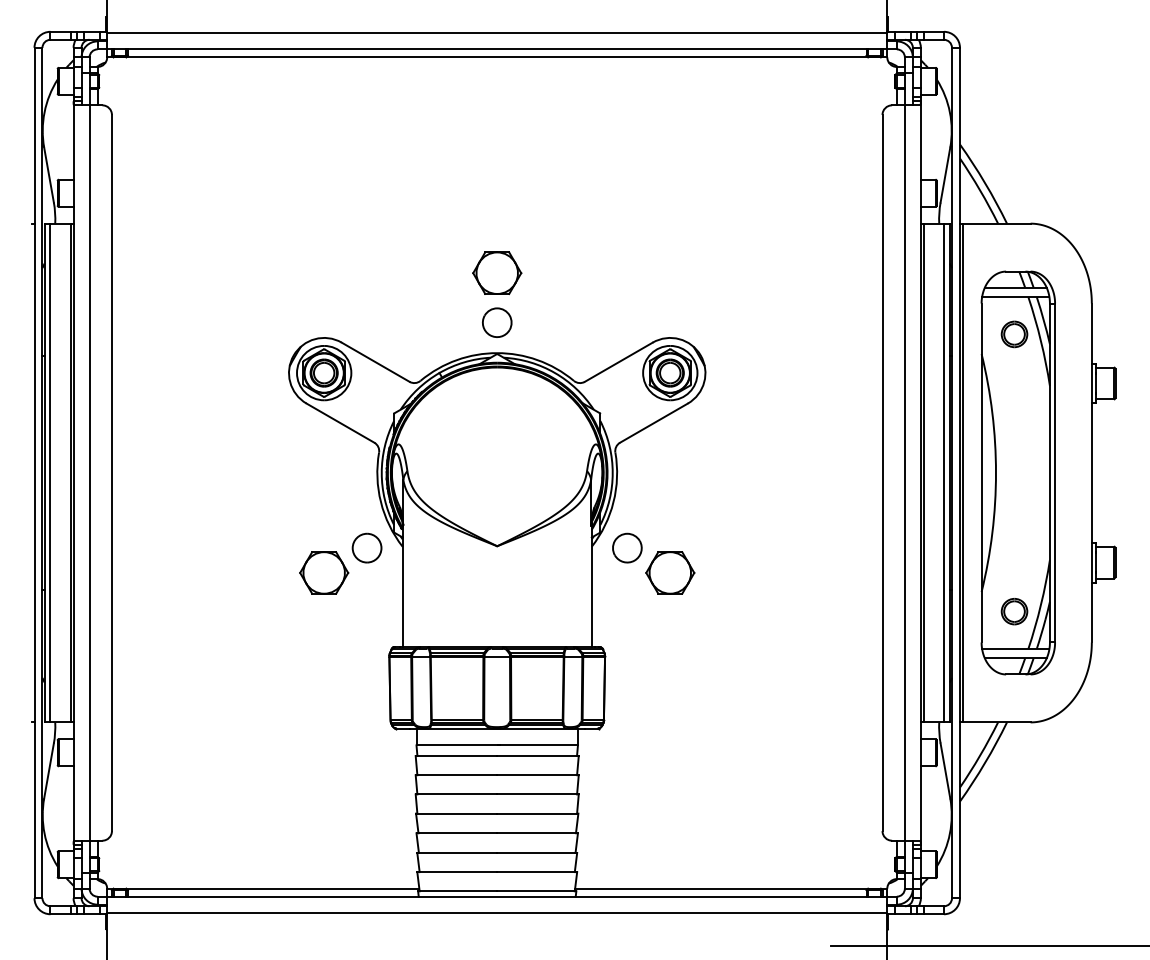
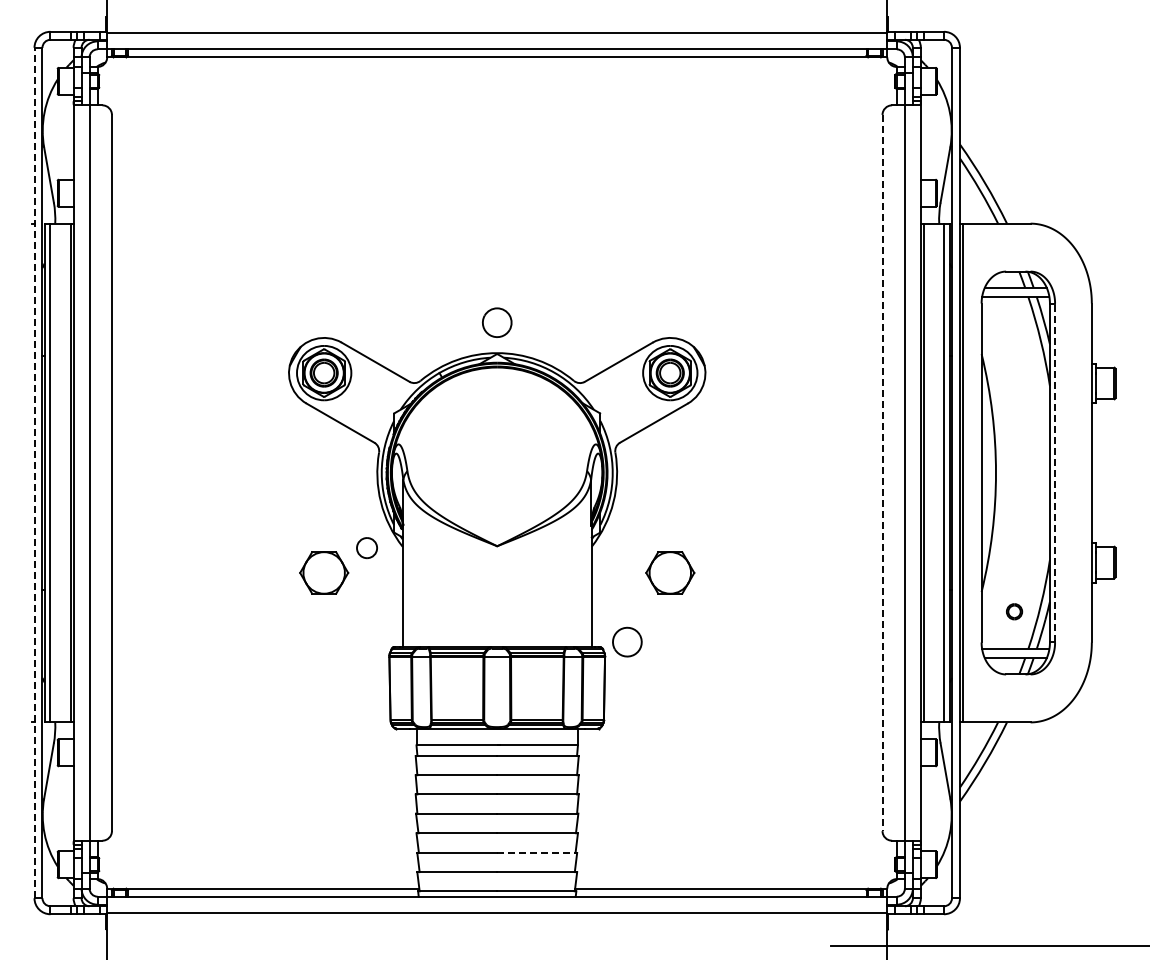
part at (497, 272): present -> none
part at (1014, 334): present -> none
line at (34, 472): solid -> dashed
line at (1055, 472): solid -> dashed
line at (882, 473): solid -> dashed
part at (366, 547) size: 32x32 px -> 22x23 px
part at (627, 547) position: (627, 547) -> (627, 641)
part at (1014, 611) size: 29x28 px -> 18x18 px
line at (536, 852): solid -> dashed
